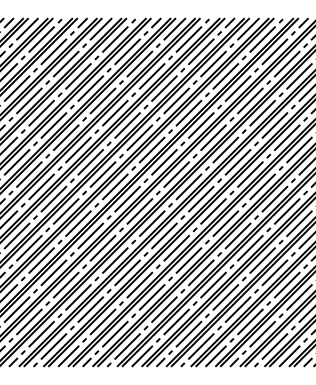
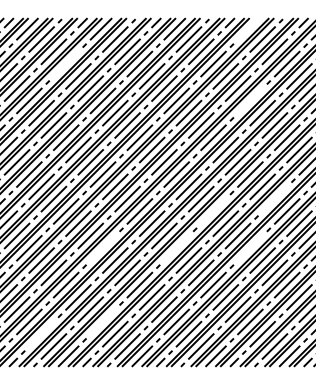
line at (248, 28): present -> none
line at (65, 63): present -> none
line at (250, 100): present -> none
line at (274, 198): present -> none
line at (213, 211): present -> none
line at (102, 247): present -> none
line at (176, 247): present -> none
line at (250, 247): present -> none
line at (102, 321): present -> none
line at (41, 333): present -> none
